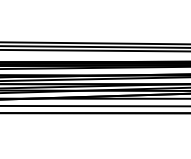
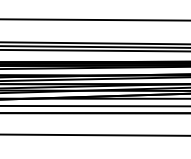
line at (94, 19): none -> present
line at (94, 134): none -> present
